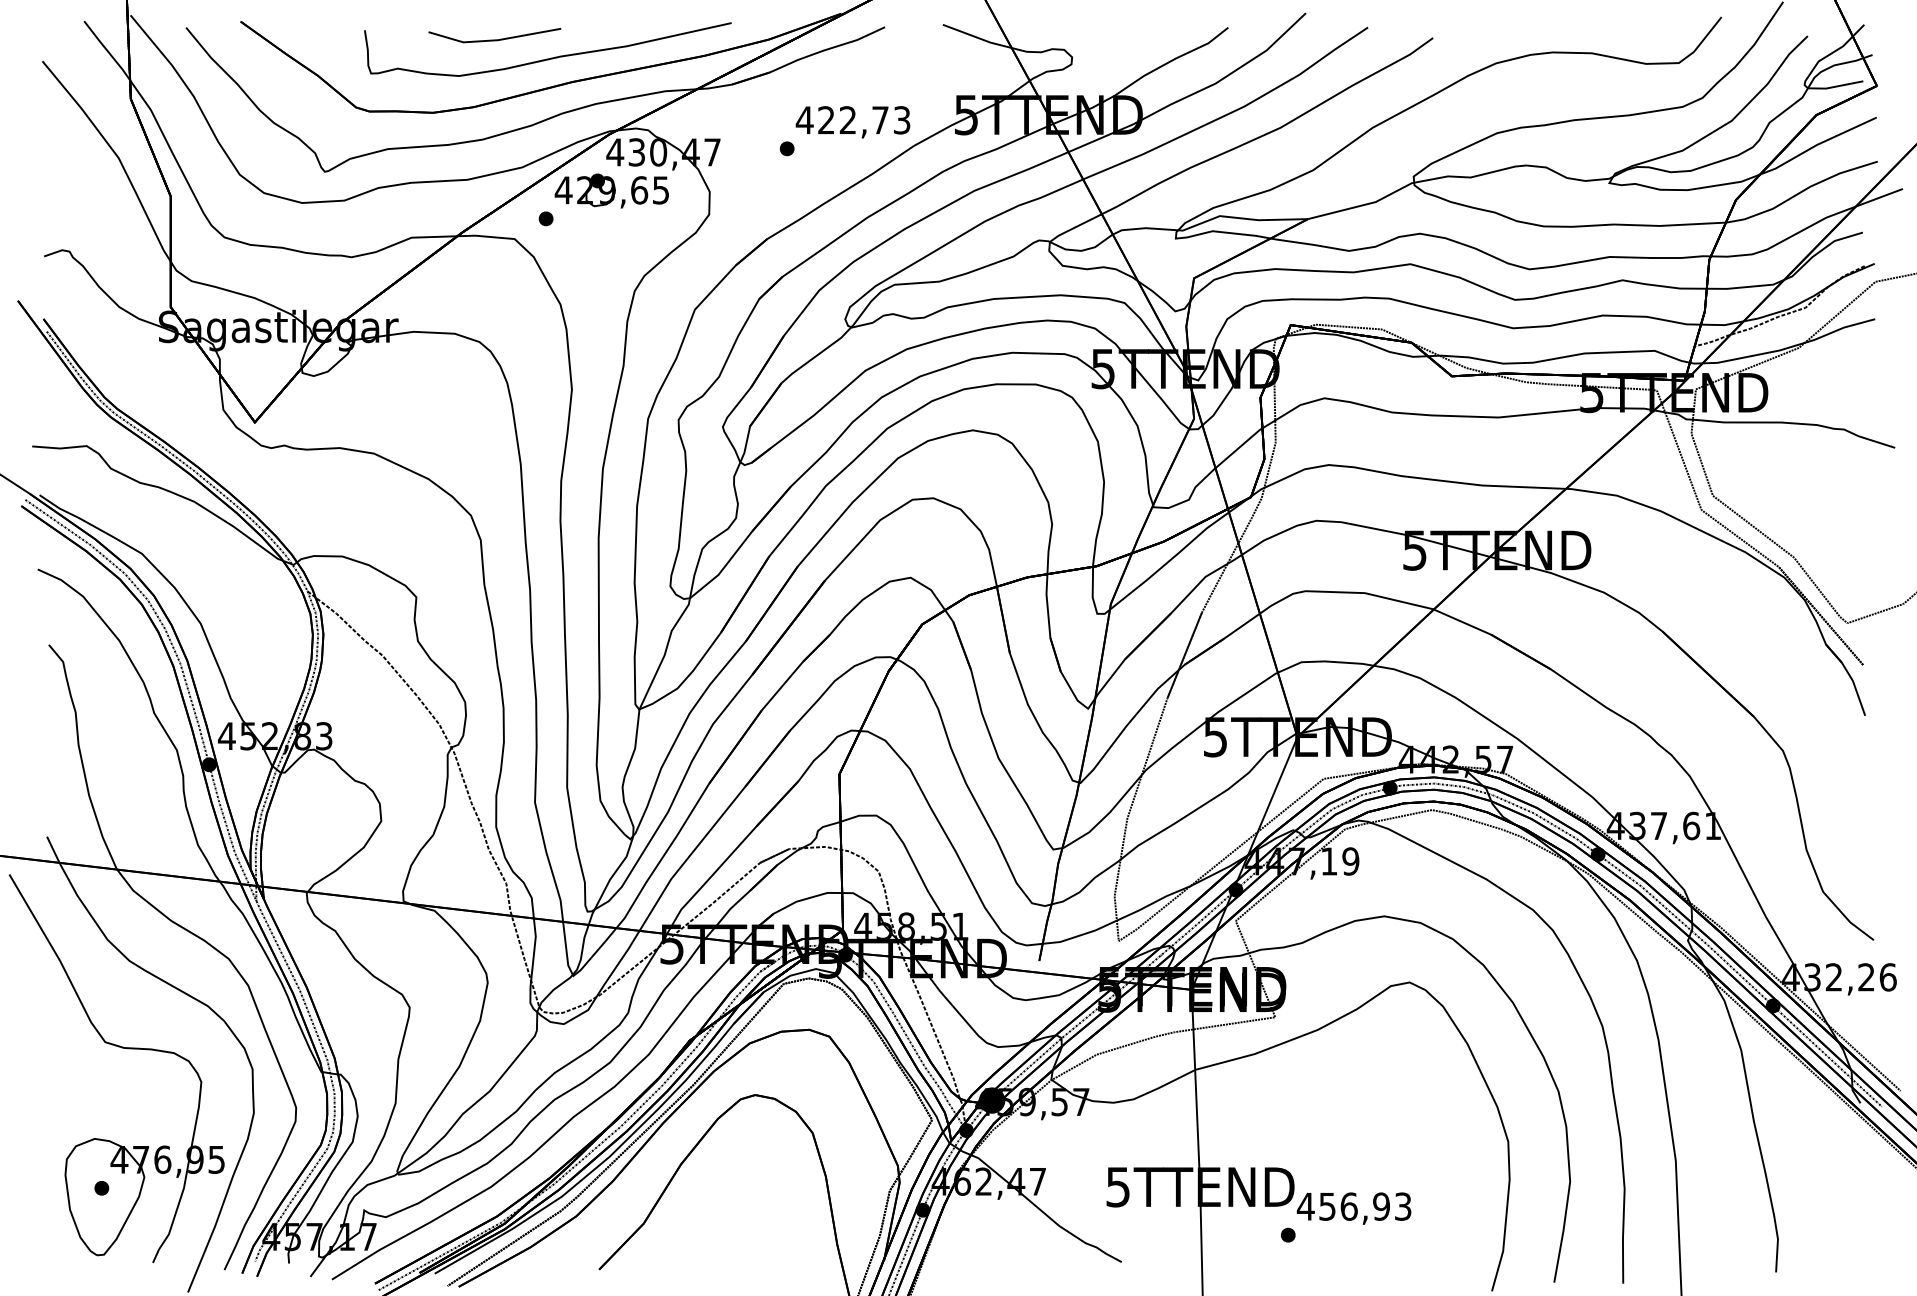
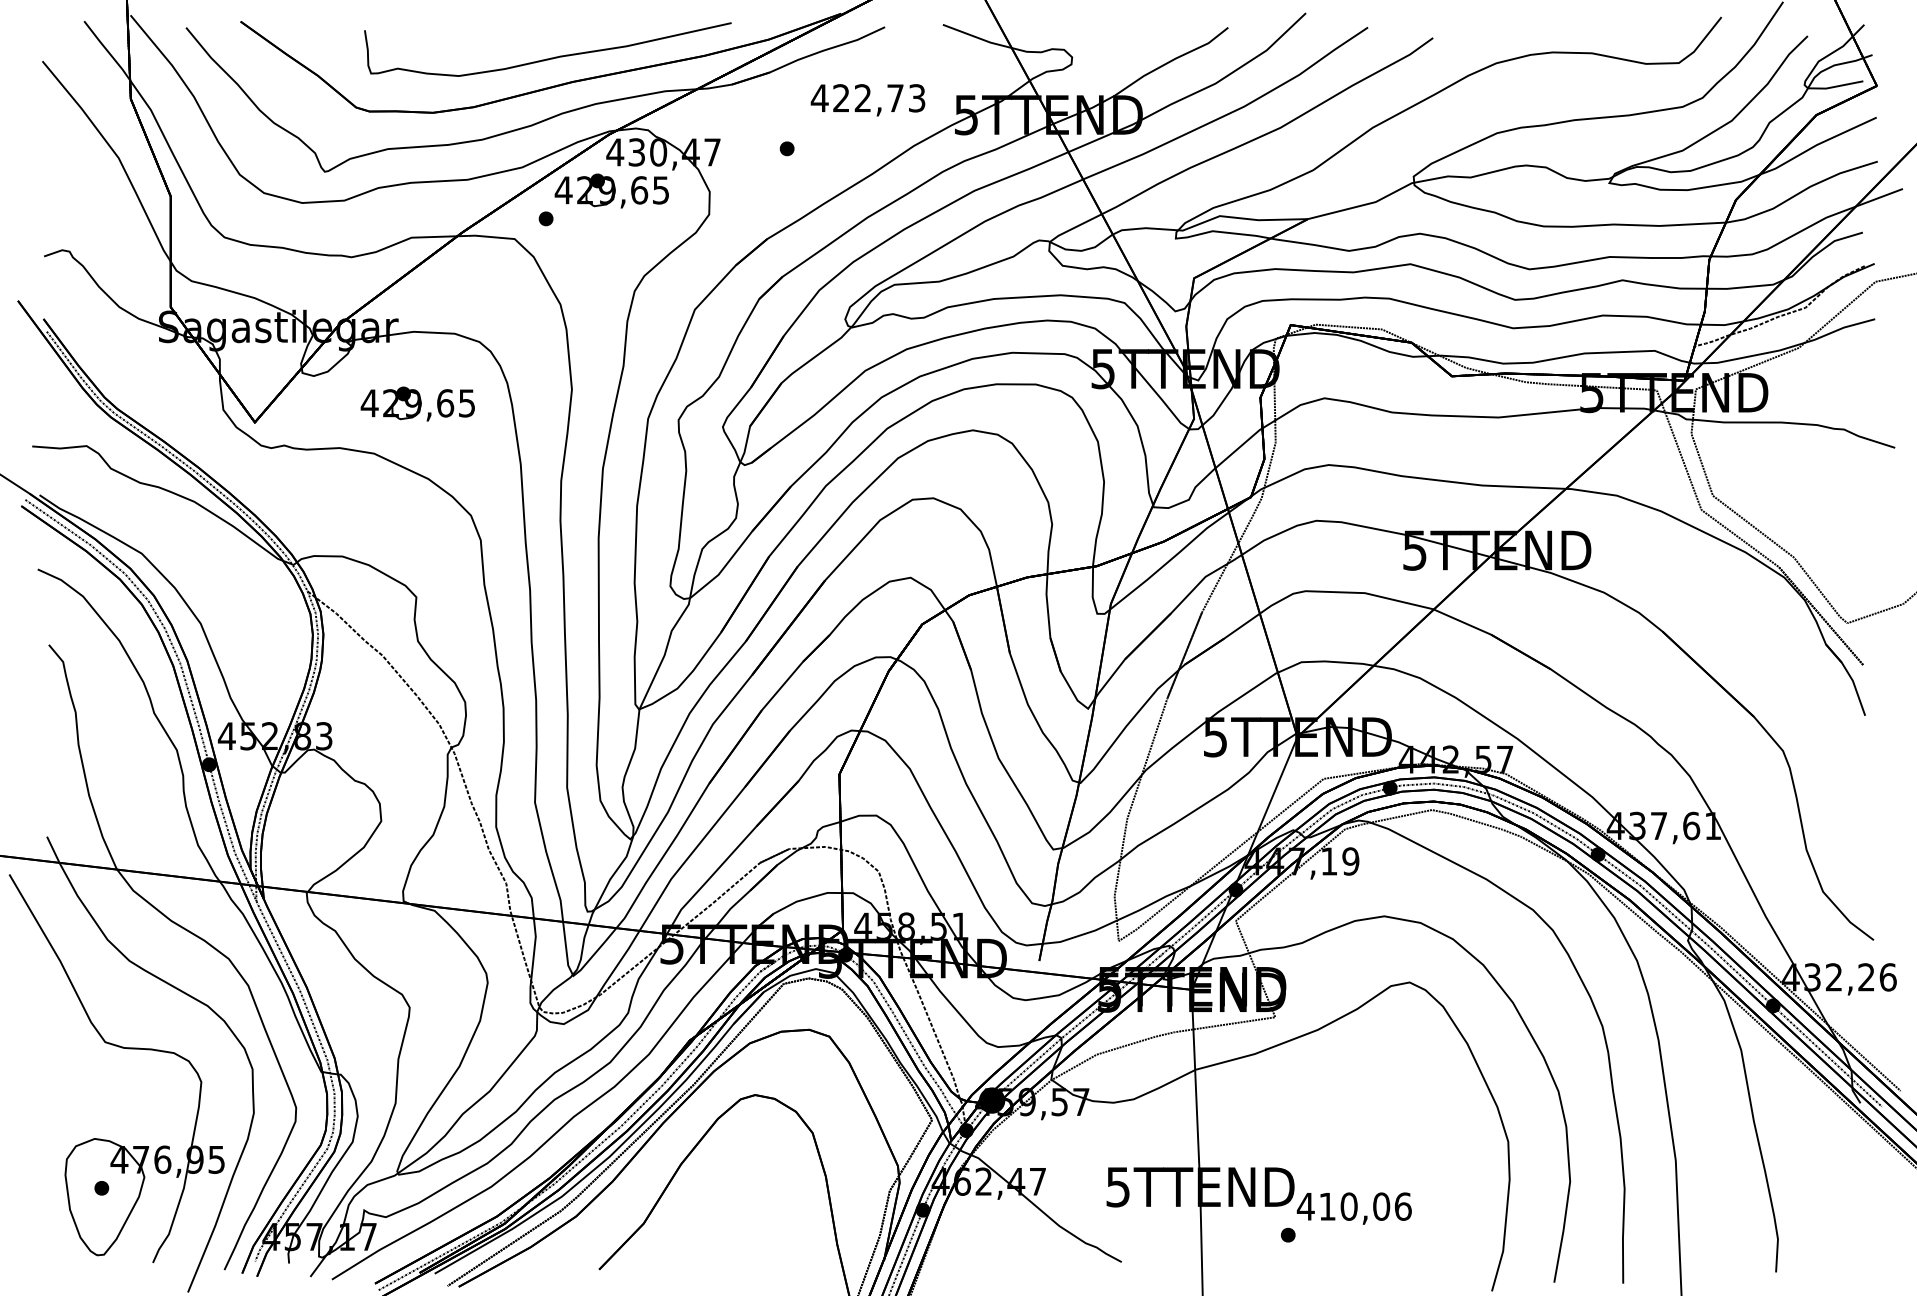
line at (494, 39): present -> none
text at (852, 122) position: (852, 122) -> (867, 100)
part at (417, 403): none -> present
text at (1365, 1206): 456,93 -> 410,06
